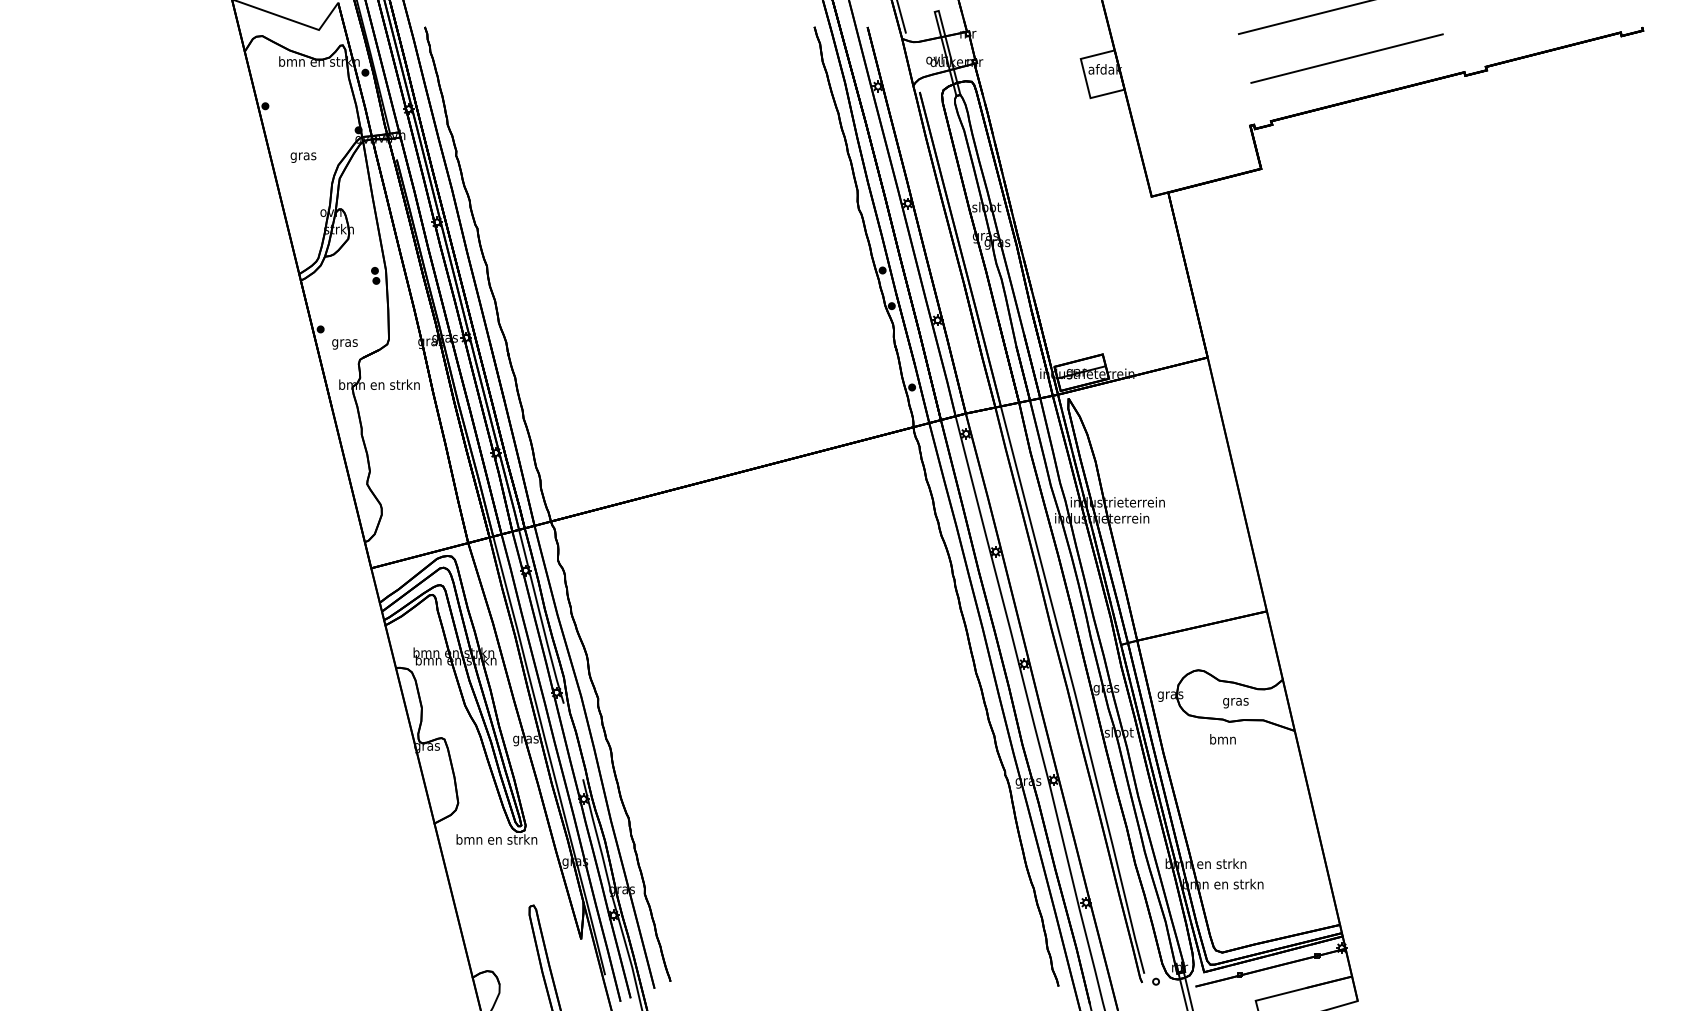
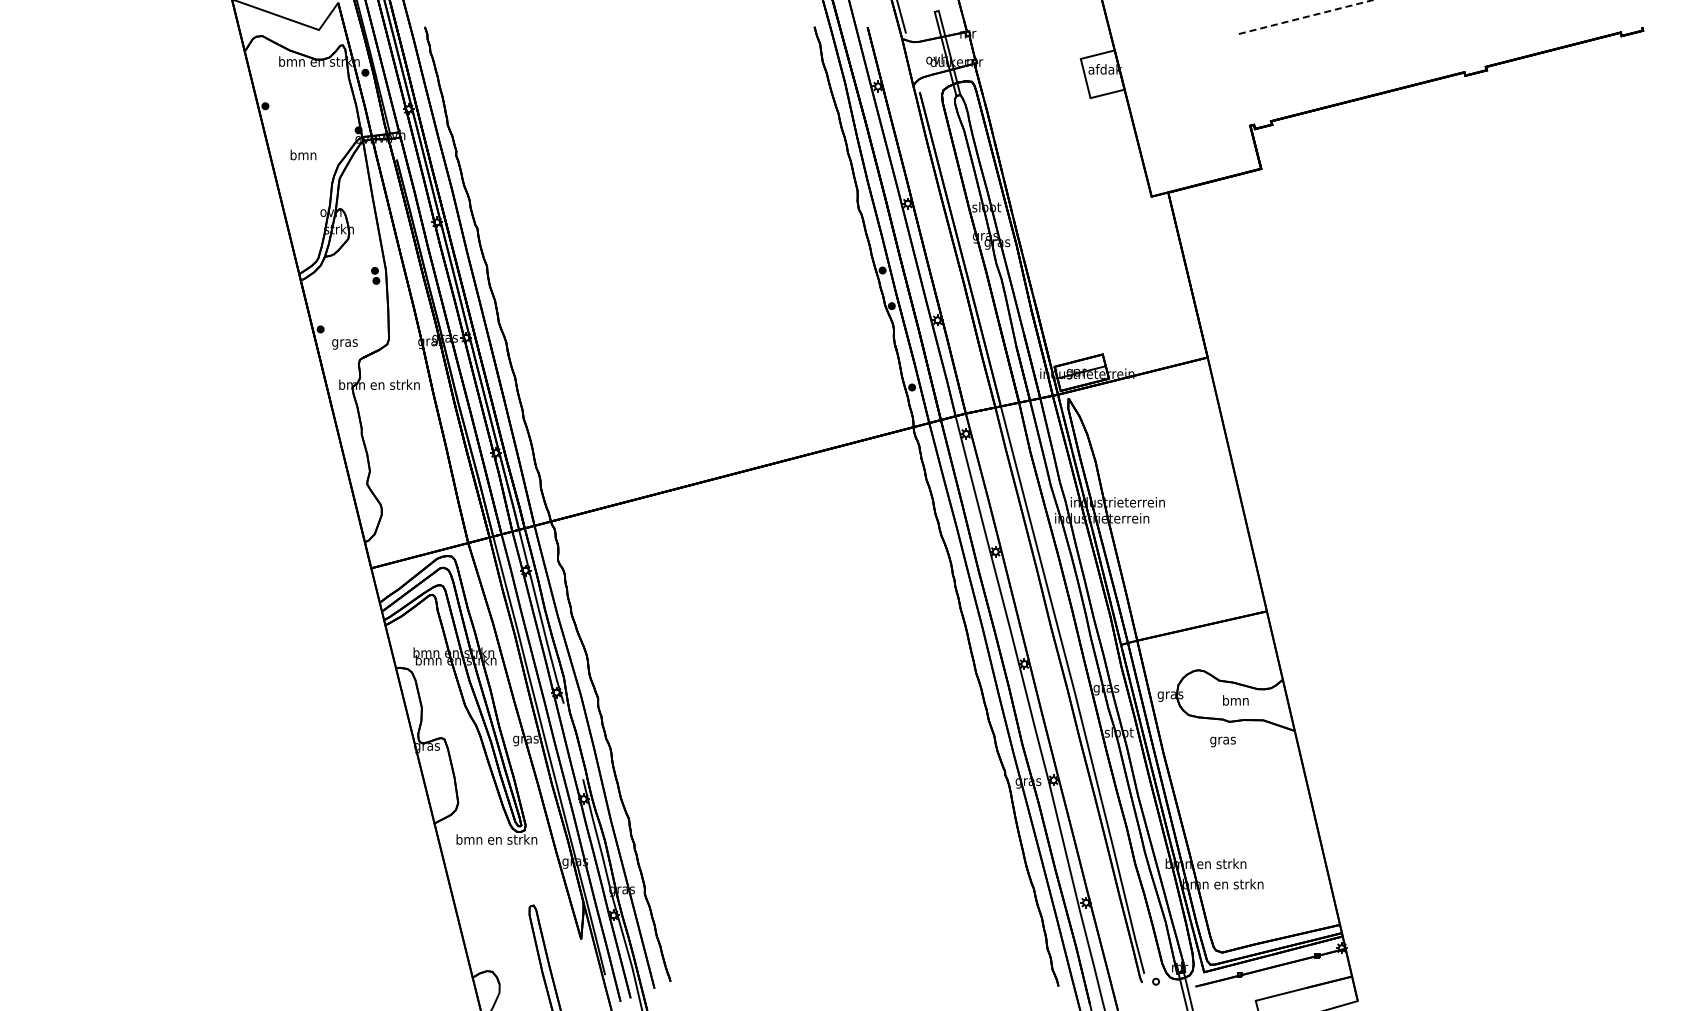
line at (1306, 16): solid -> dashed
line at (1346, 58): present -> none
text at (303, 155): gras -> bmn
text at (1235, 701): gras -> bmn
text at (1222, 740): bmn -> gras
